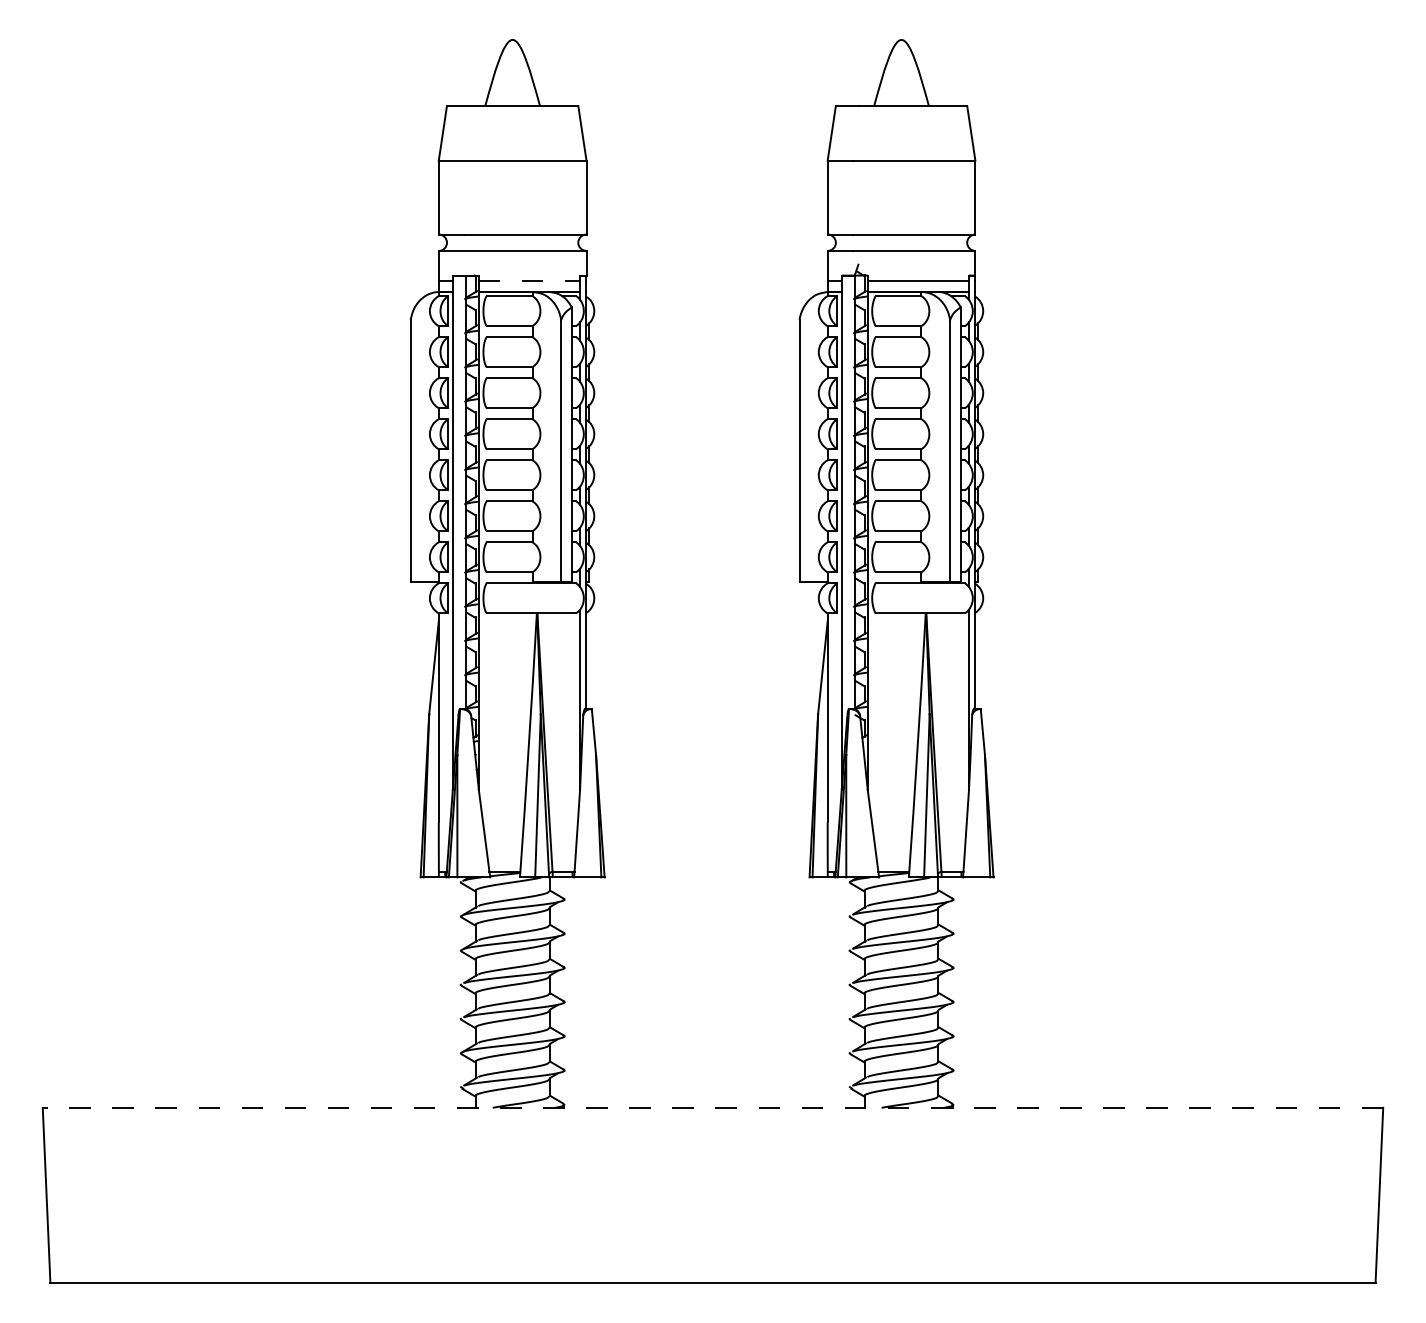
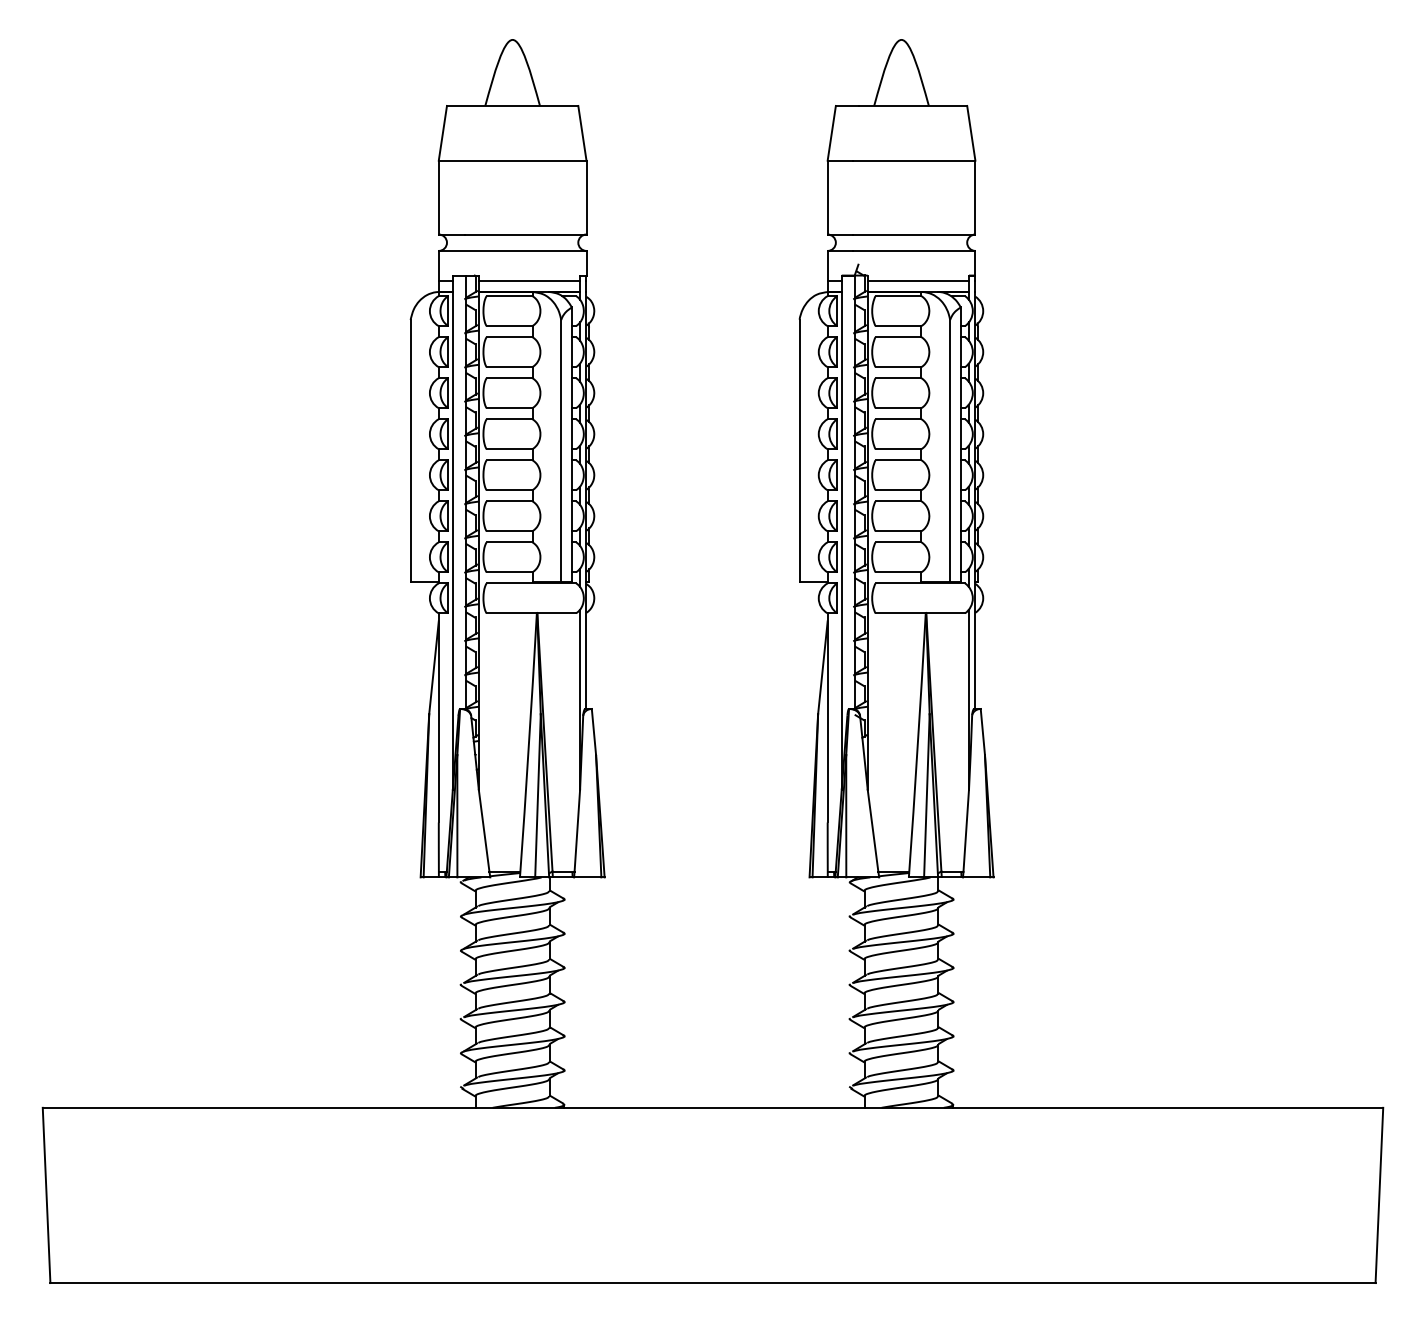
line at (529, 280): dashed -> solid
line at (712, 1107): dashed -> solid
